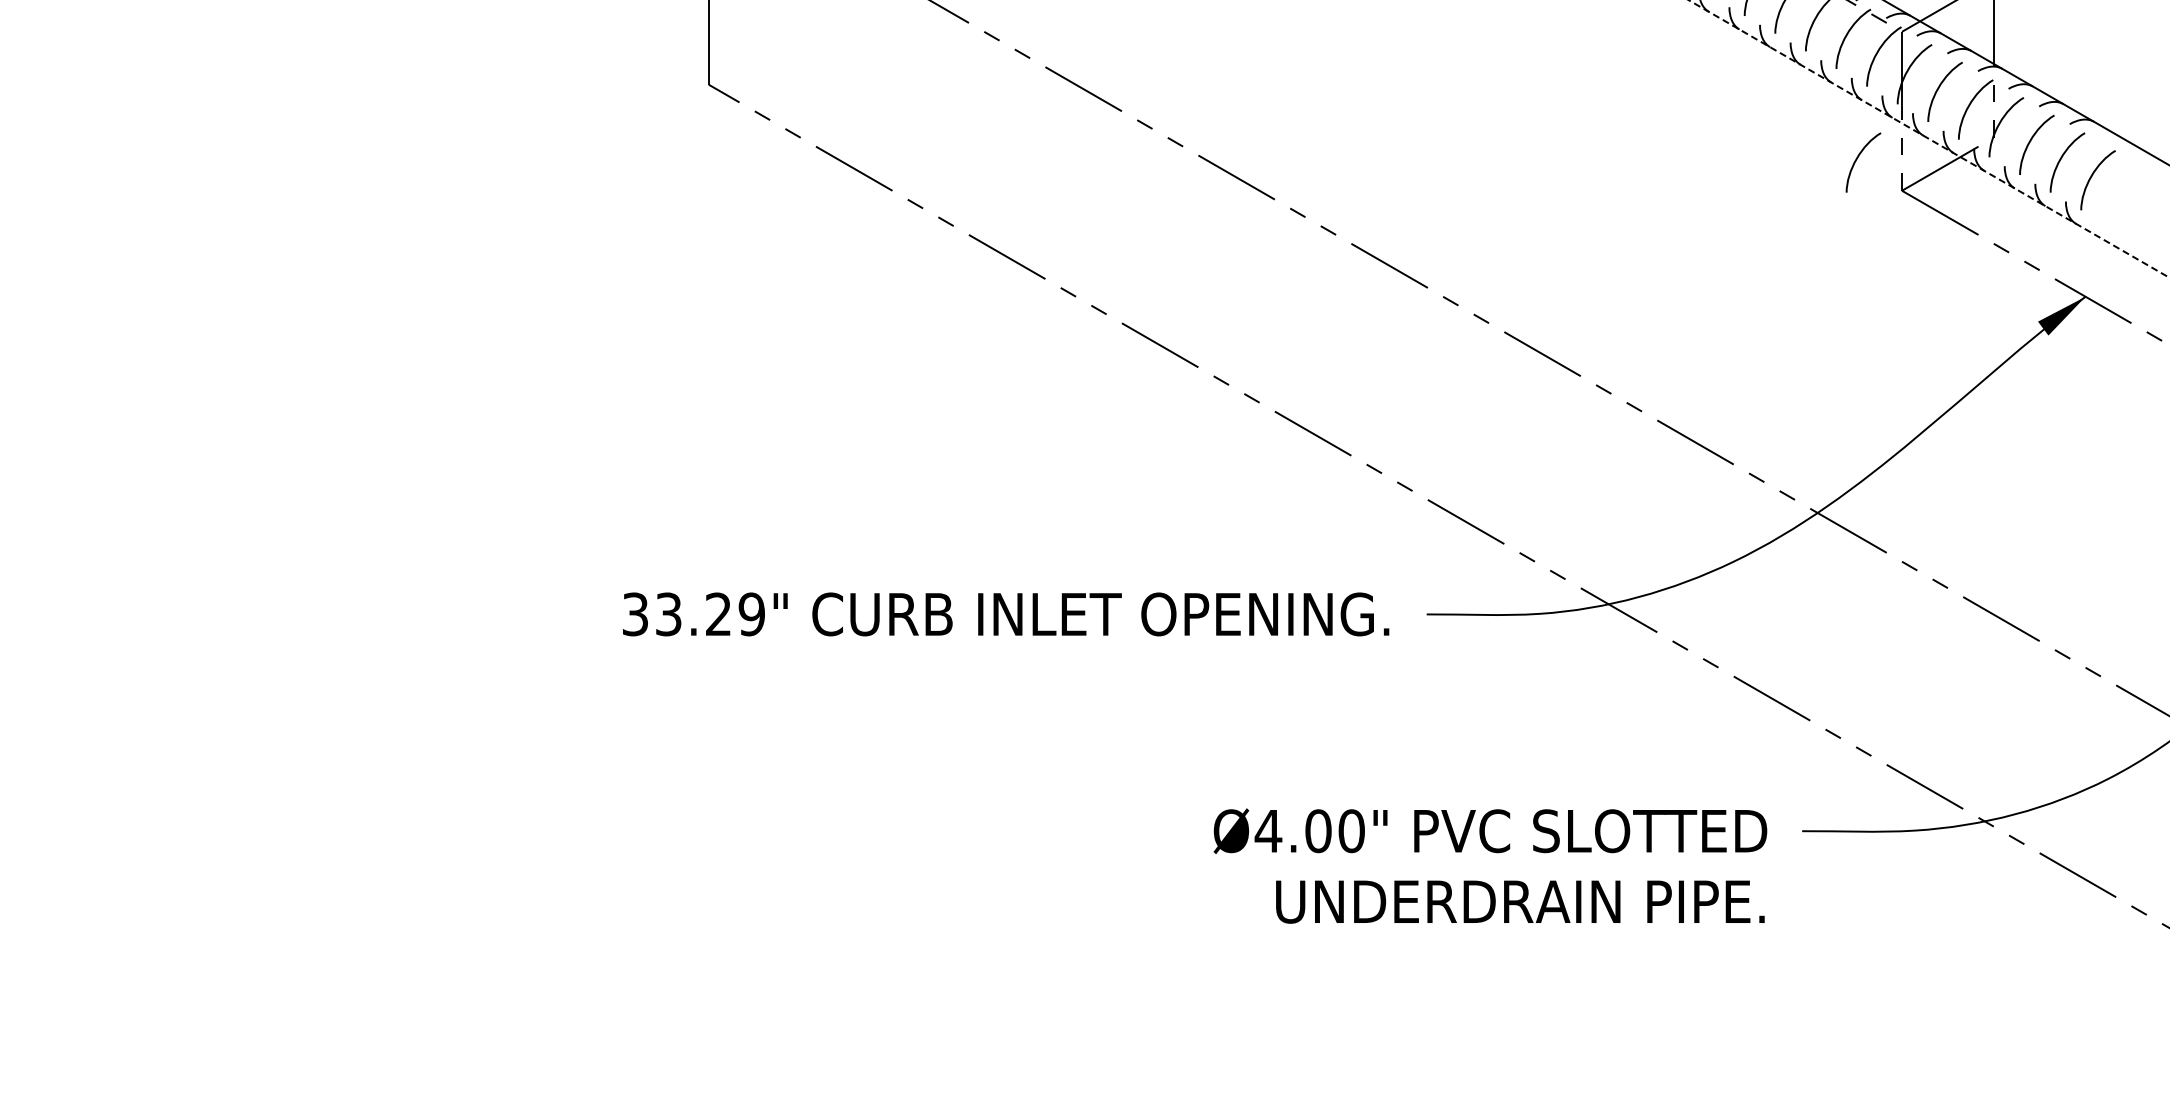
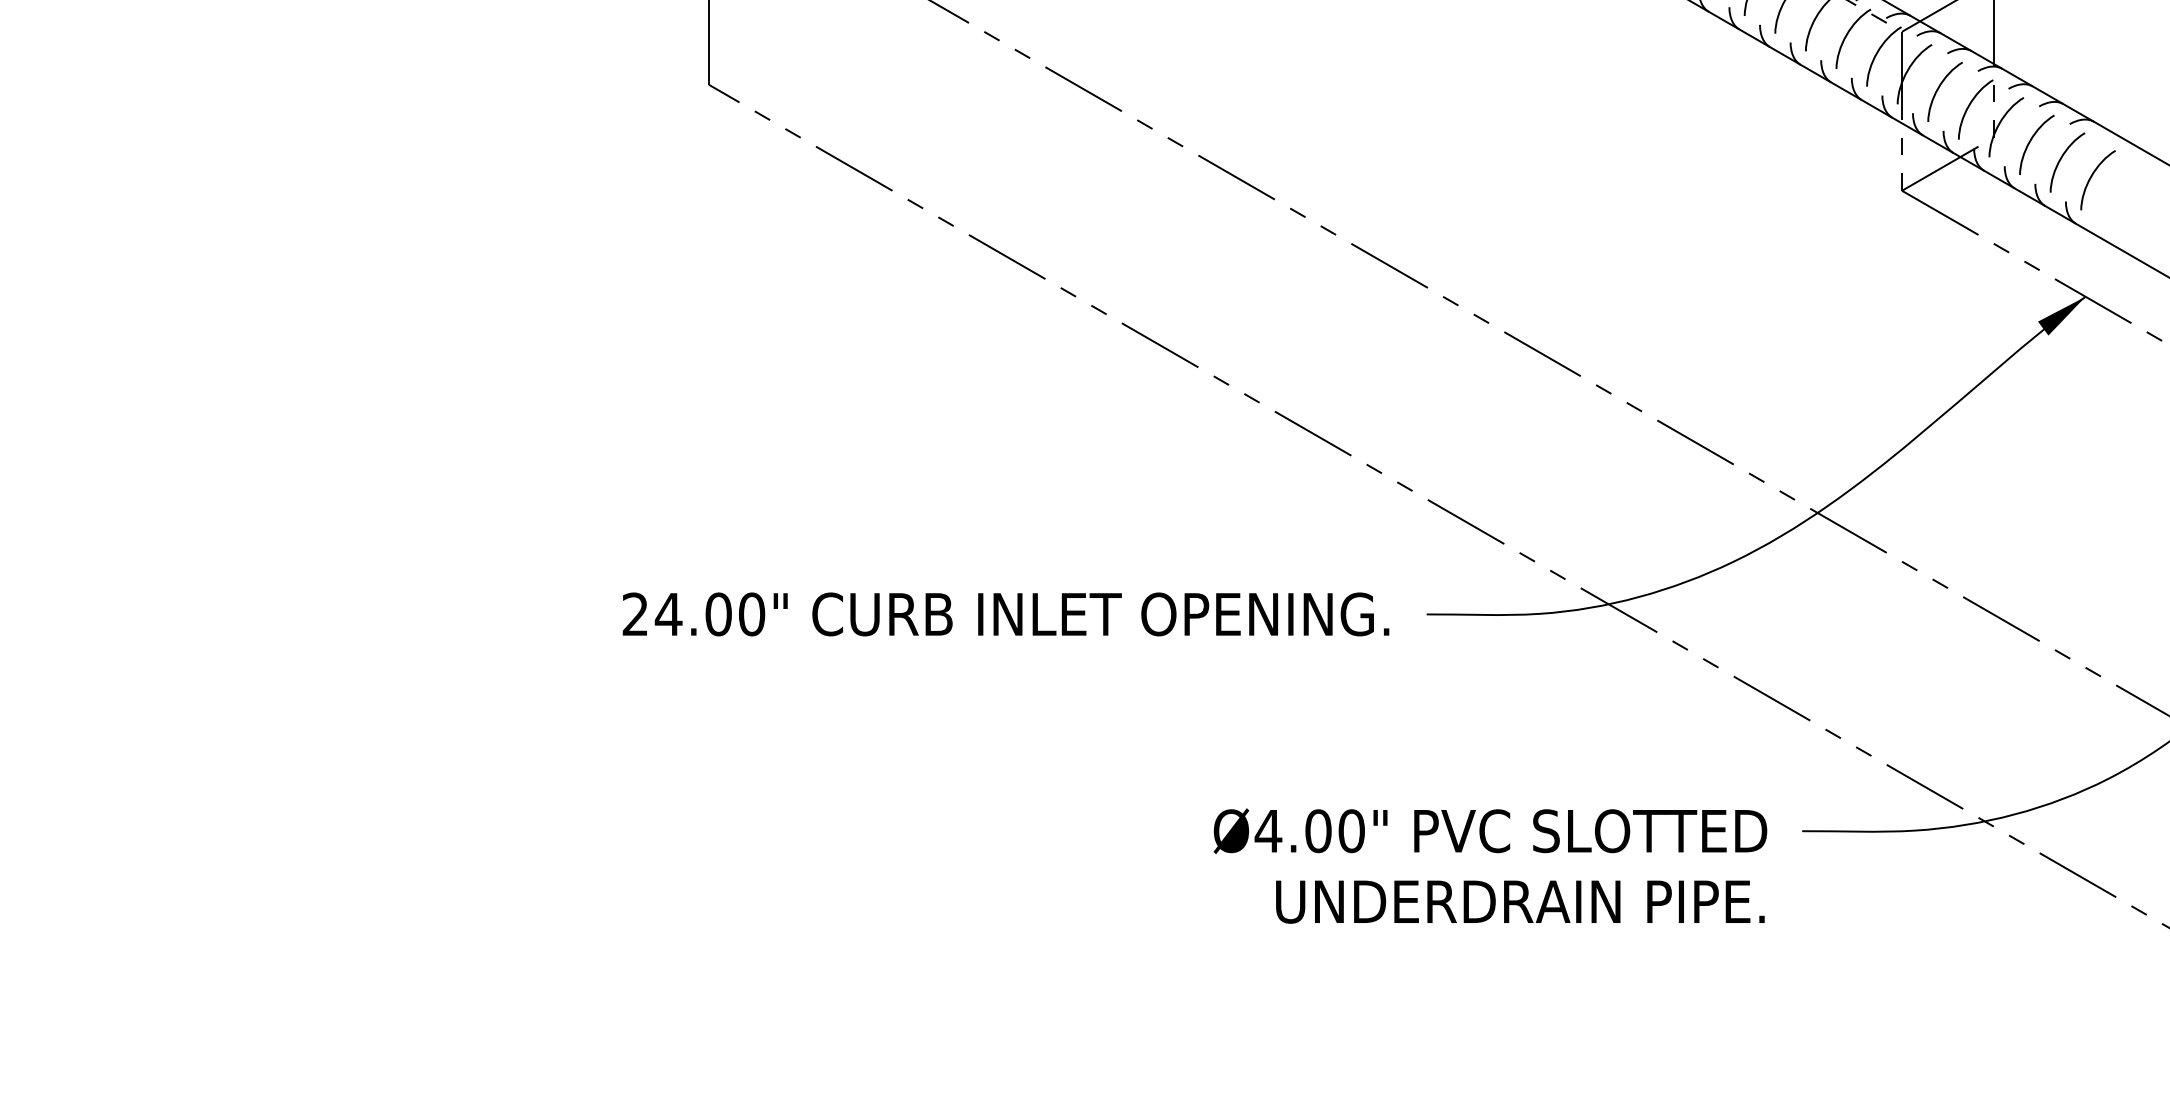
line at (1929, 138): dashed -> solid
curve at (1858, 158): present -> none
text at (693, 614): 33.29" -> 24.00"
